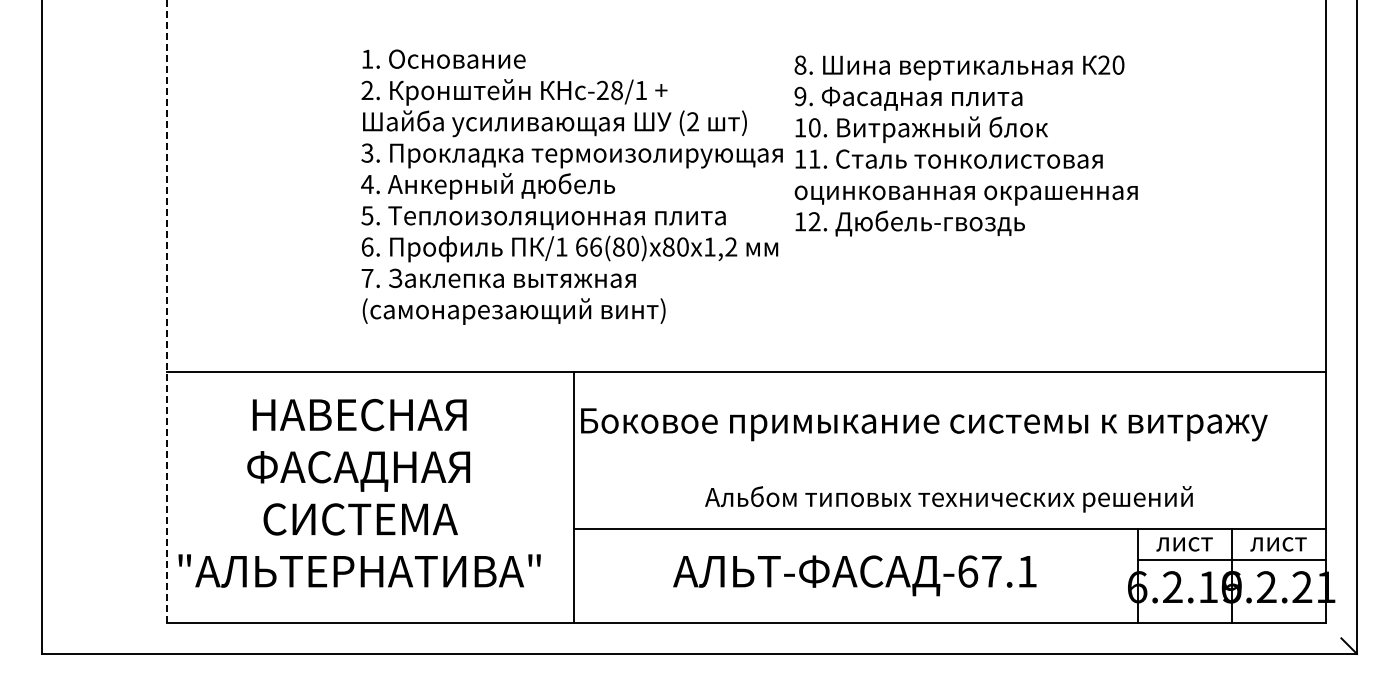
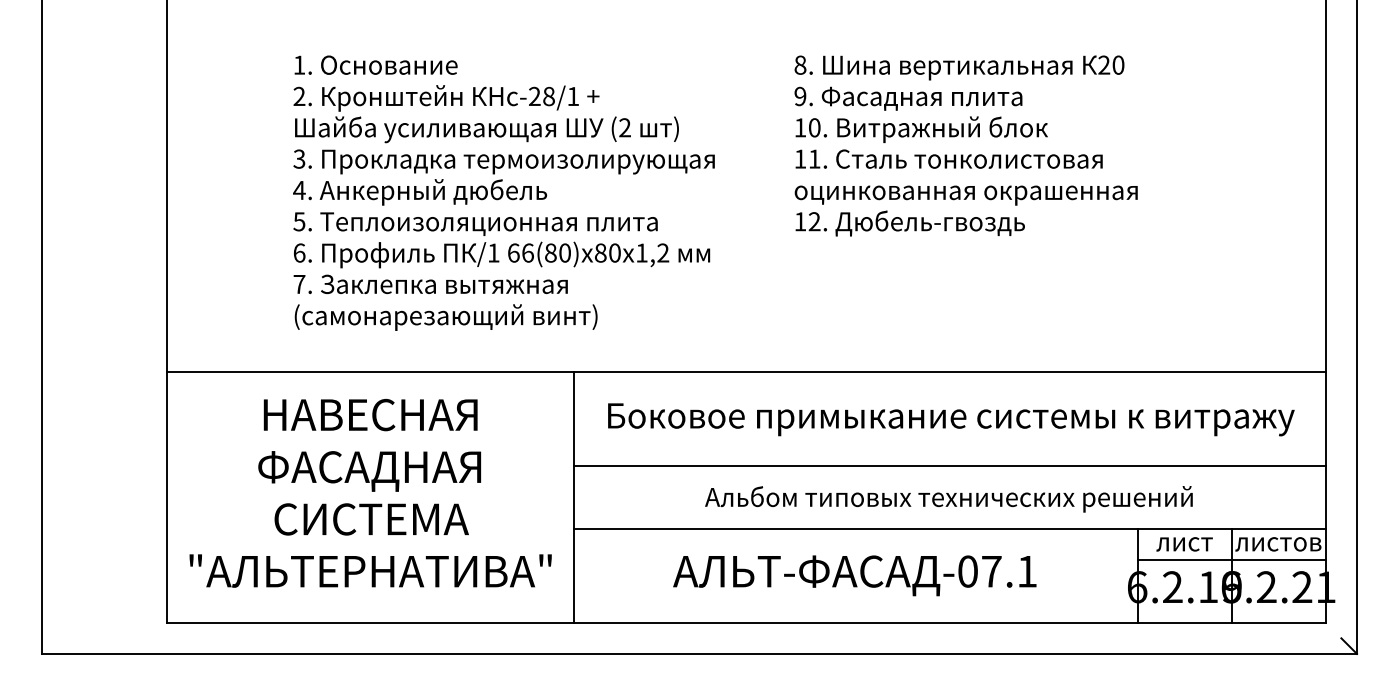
text at (571, 186) position: (571, 186) -> (503, 192)
line at (167, 311): dashed -> solid
text at (924, 424) position: (924, 424) -> (951, 419)
line at (949, 466): none -> present
text at (359, 493) position: (359, 493) -> (370, 493)
text at (1278, 544): лист -> листов
text at (968, 571): -67.1 -> -07.1
